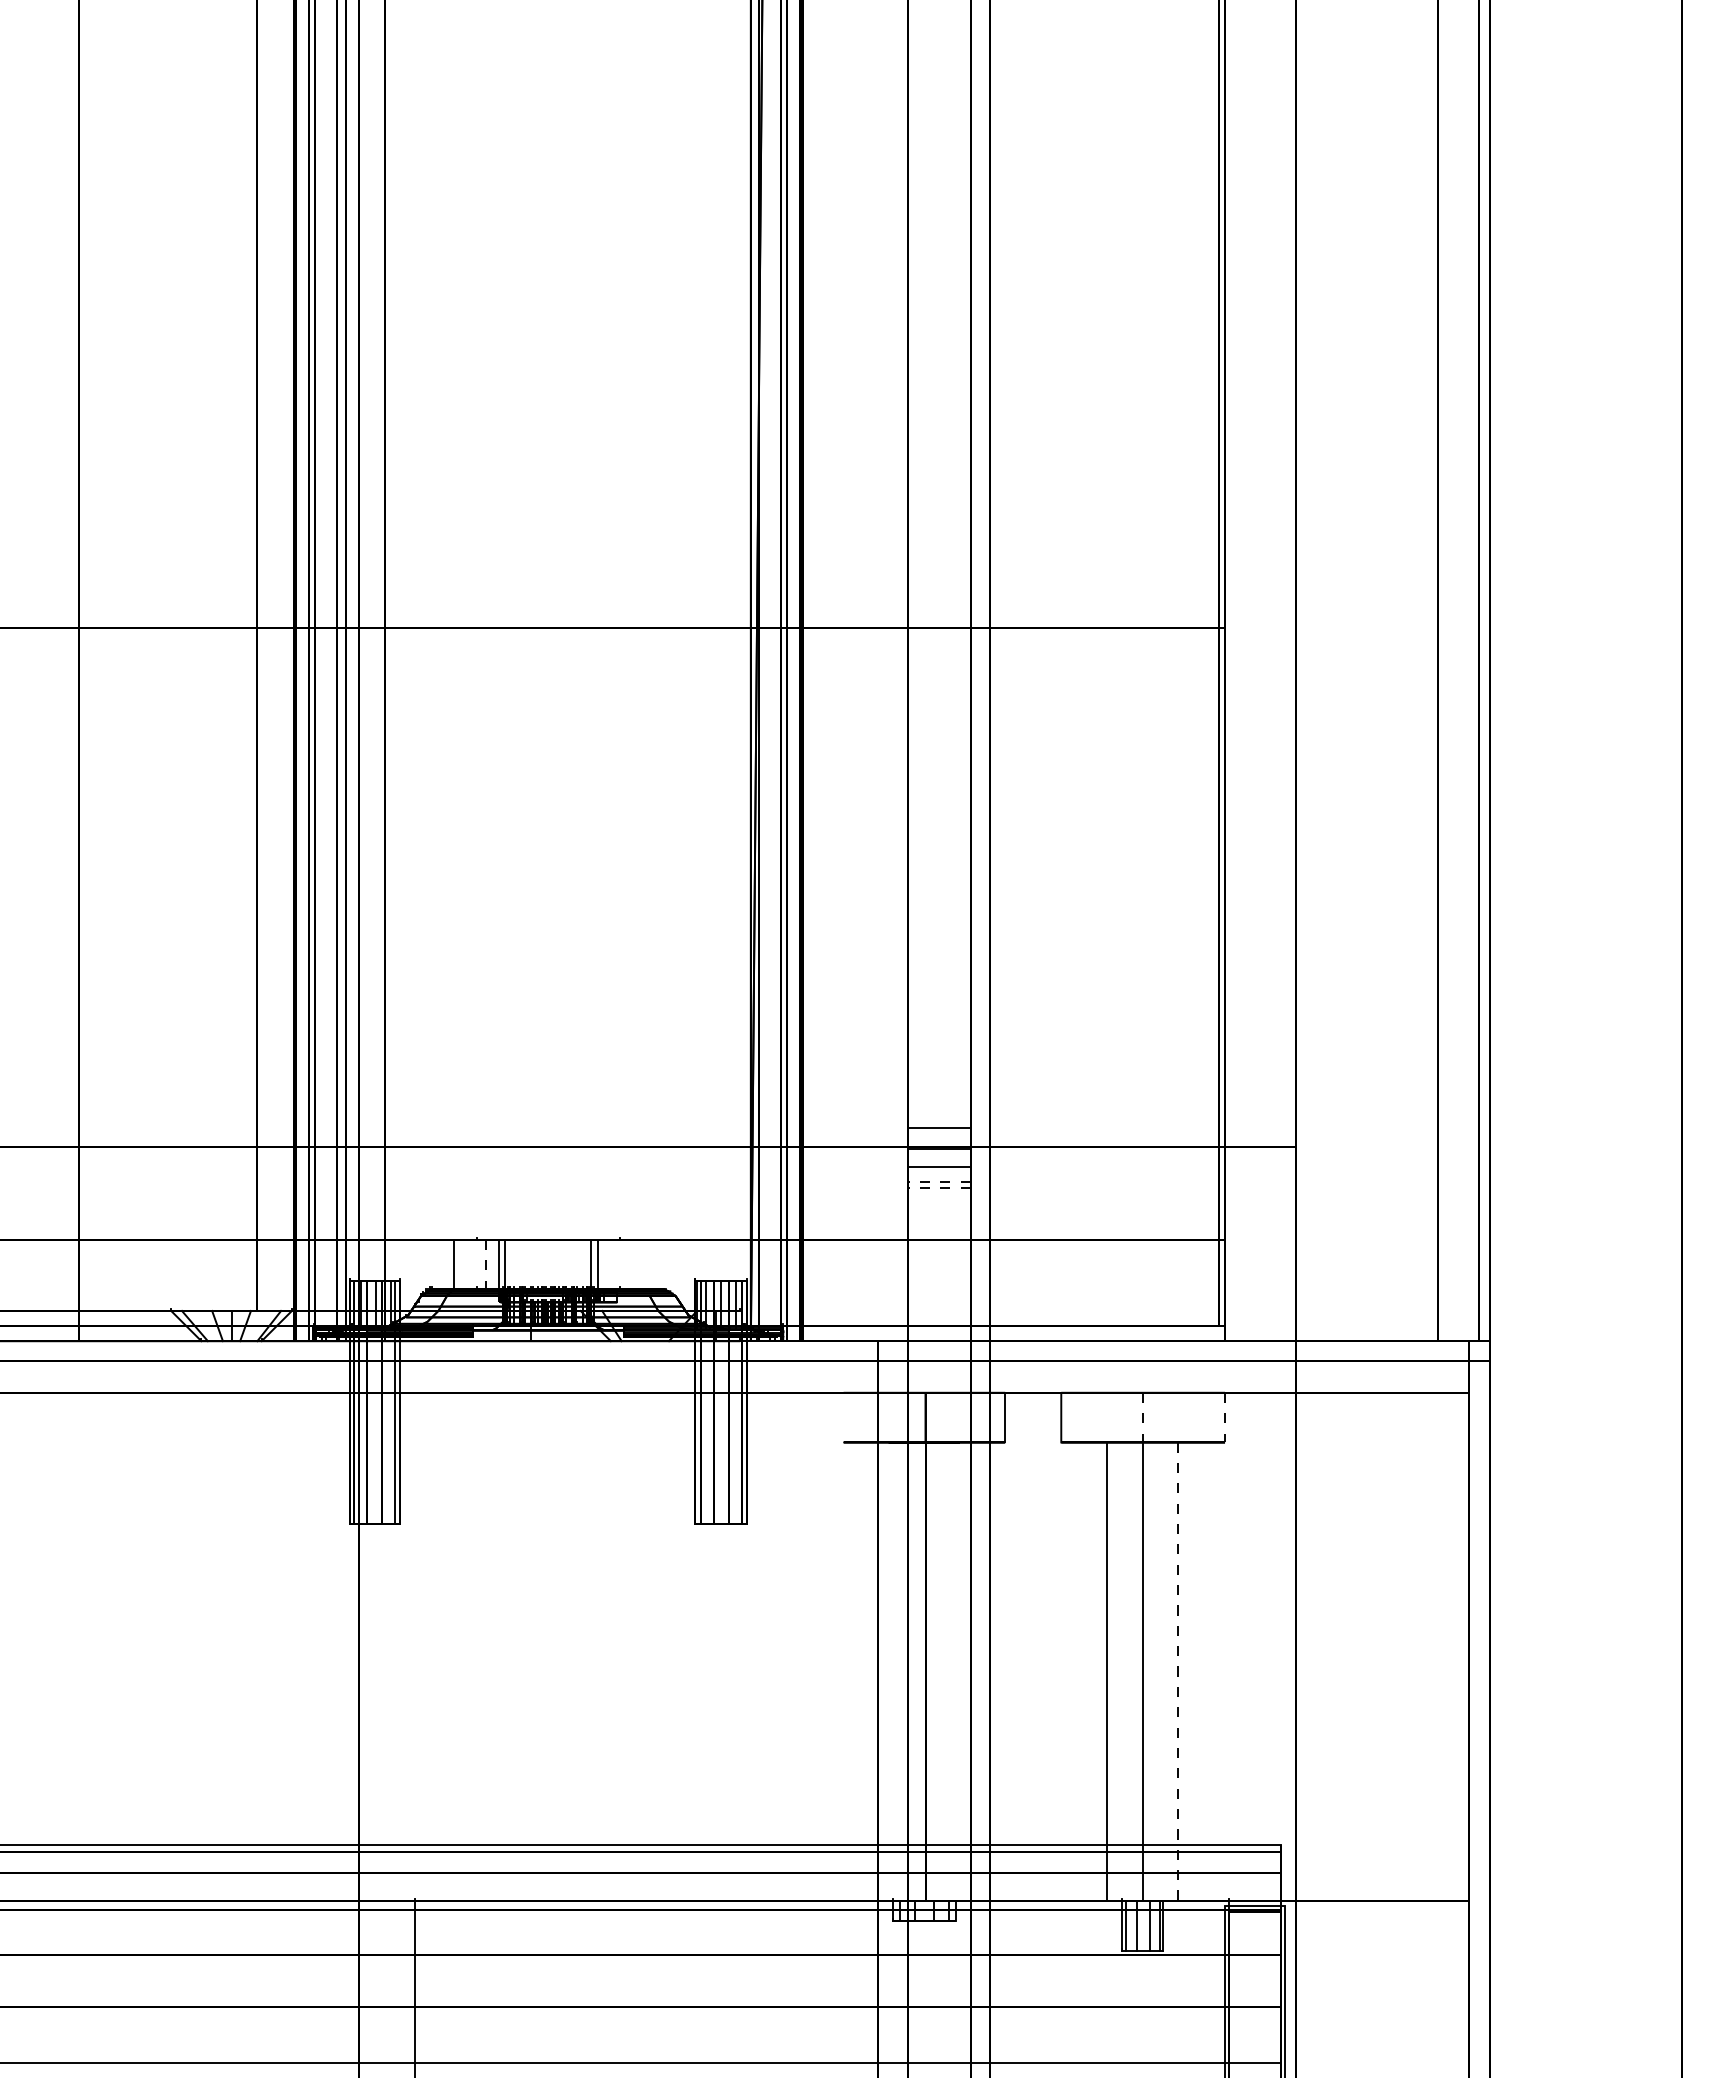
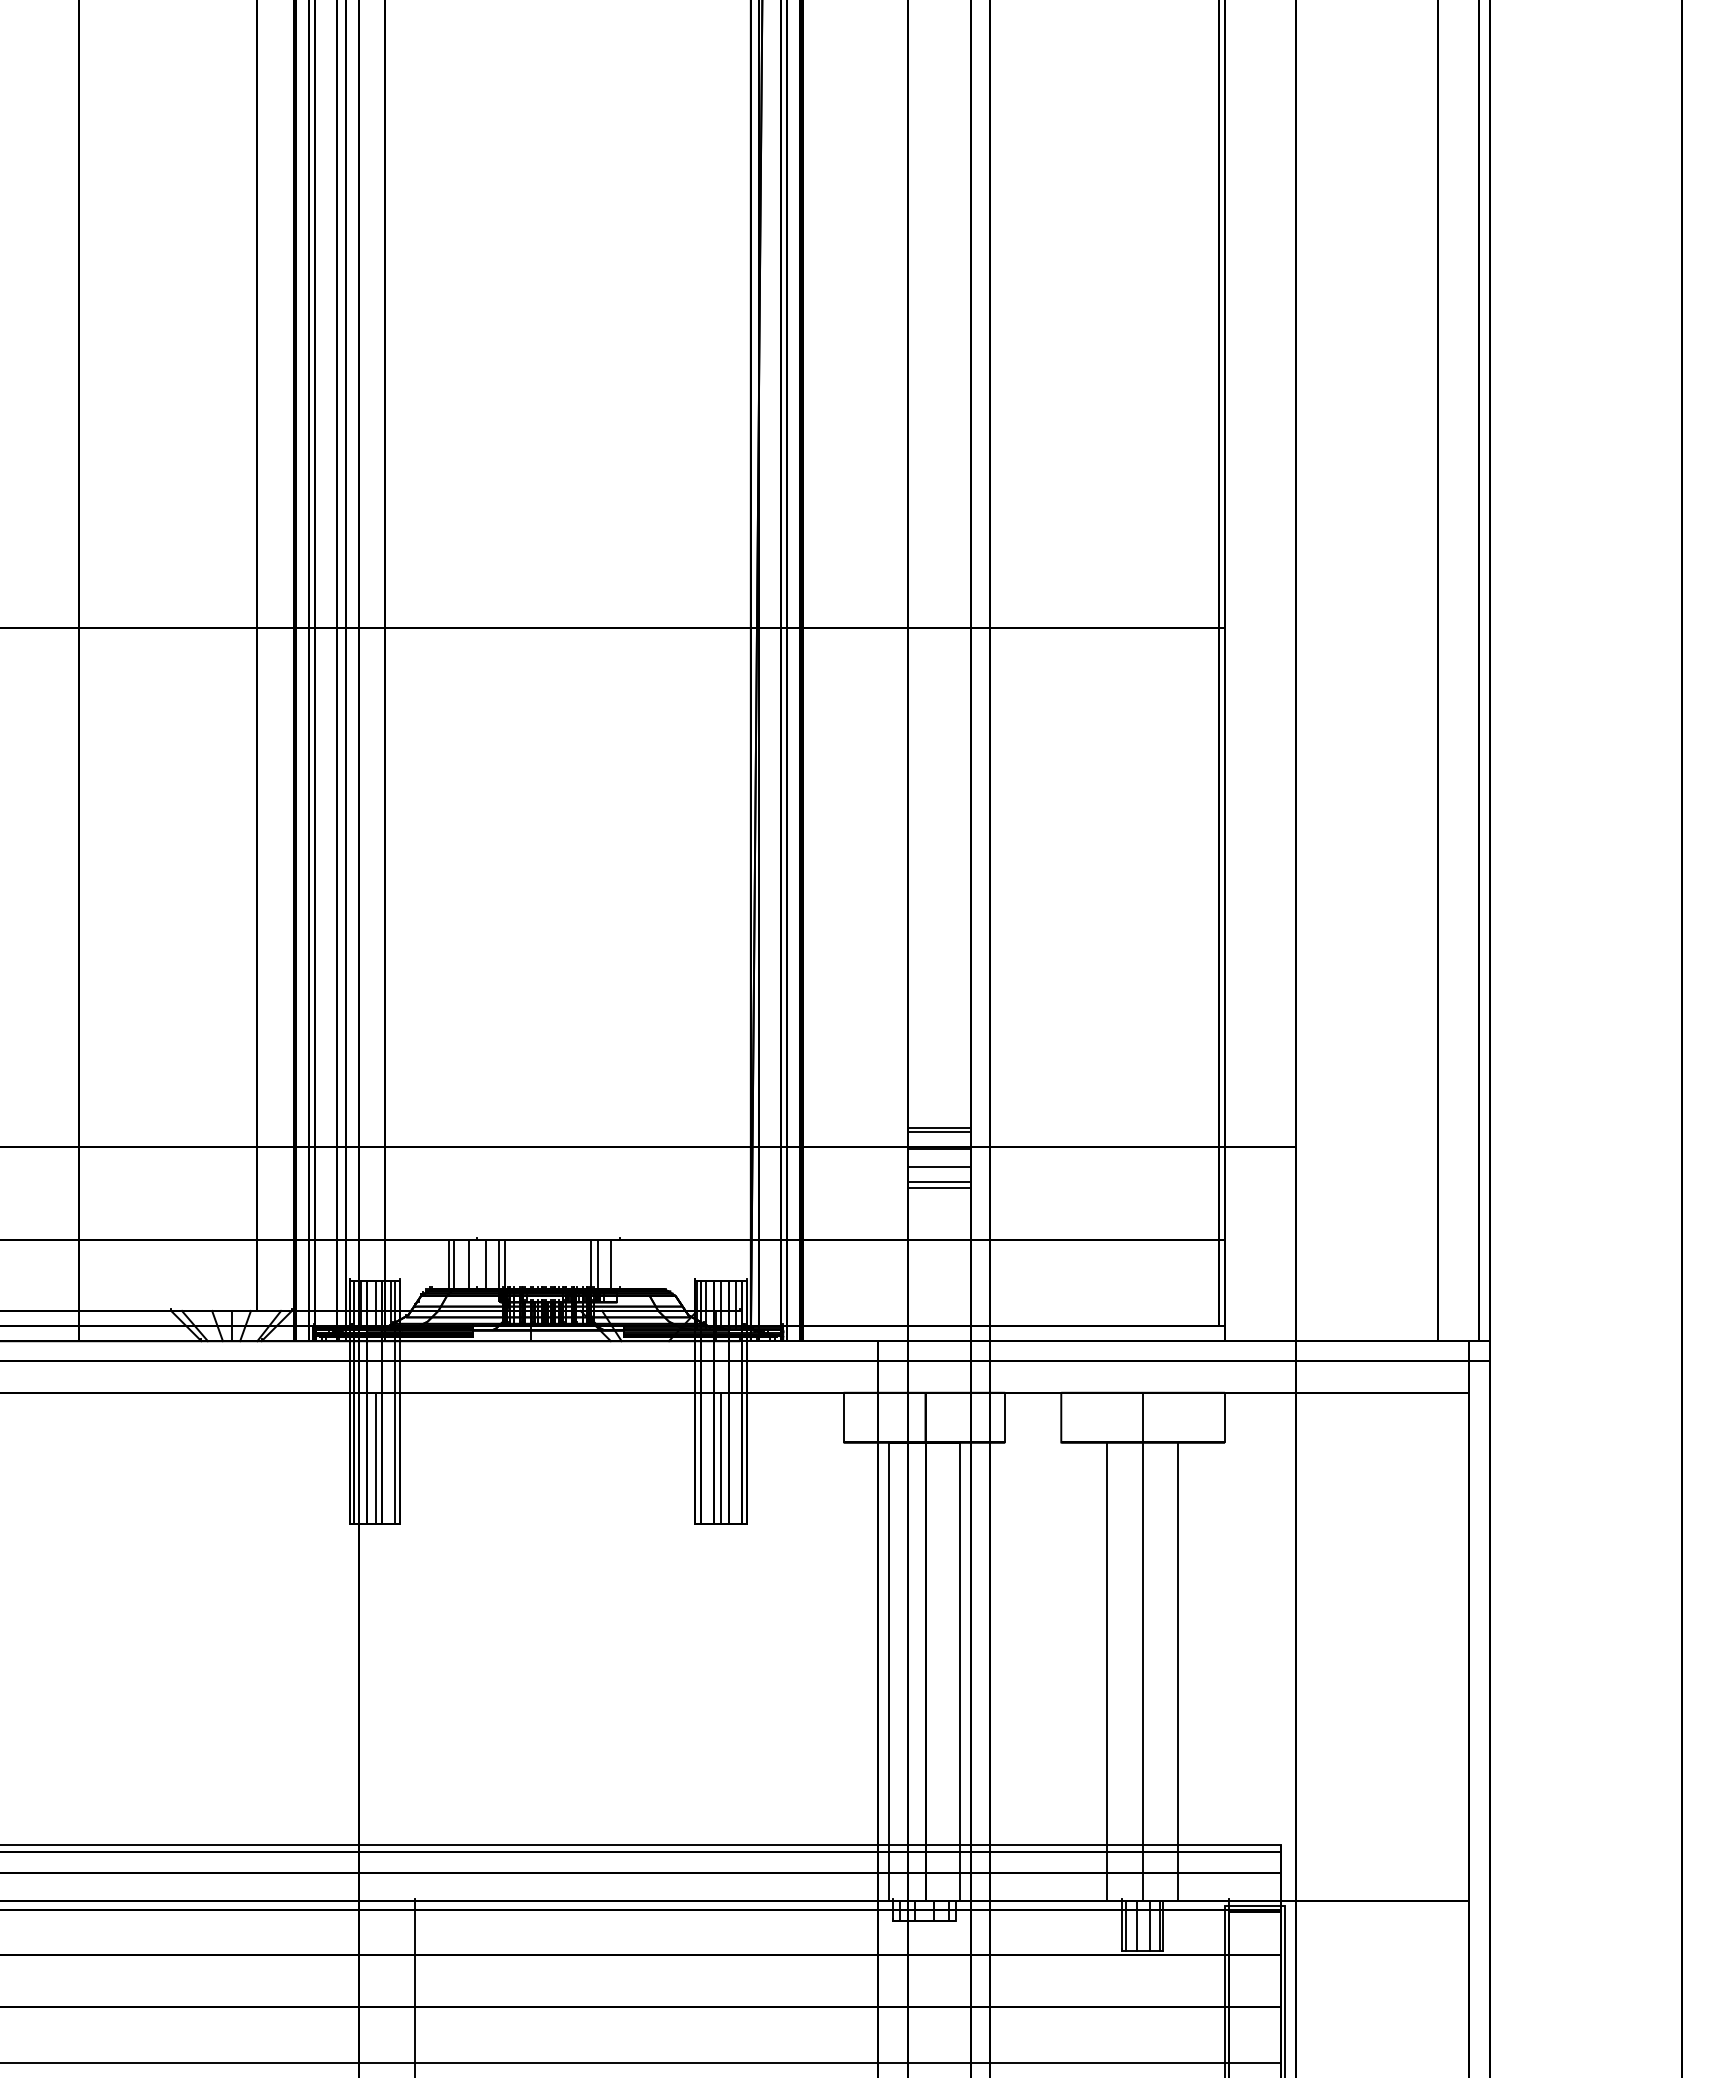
line at (939, 1132): none -> present
line at (939, 1181): dashed -> solid
line at (939, 1188): dashed -> solid
line at (449, 1264): none -> present
line at (468, 1264): none -> present
line at (485, 1264): dashed -> solid
line at (610, 1264): none -> present
line at (843, 1417): none -> present
line at (1143, 1417): dashed -> solid
line at (1225, 1417): dashed -> solid
line at (375, 1458): none -> present
line at (720, 1458): none -> present
line at (888, 1671): none -> present
line at (959, 1671): none -> present
line at (1177, 1672): dashed -> solid
